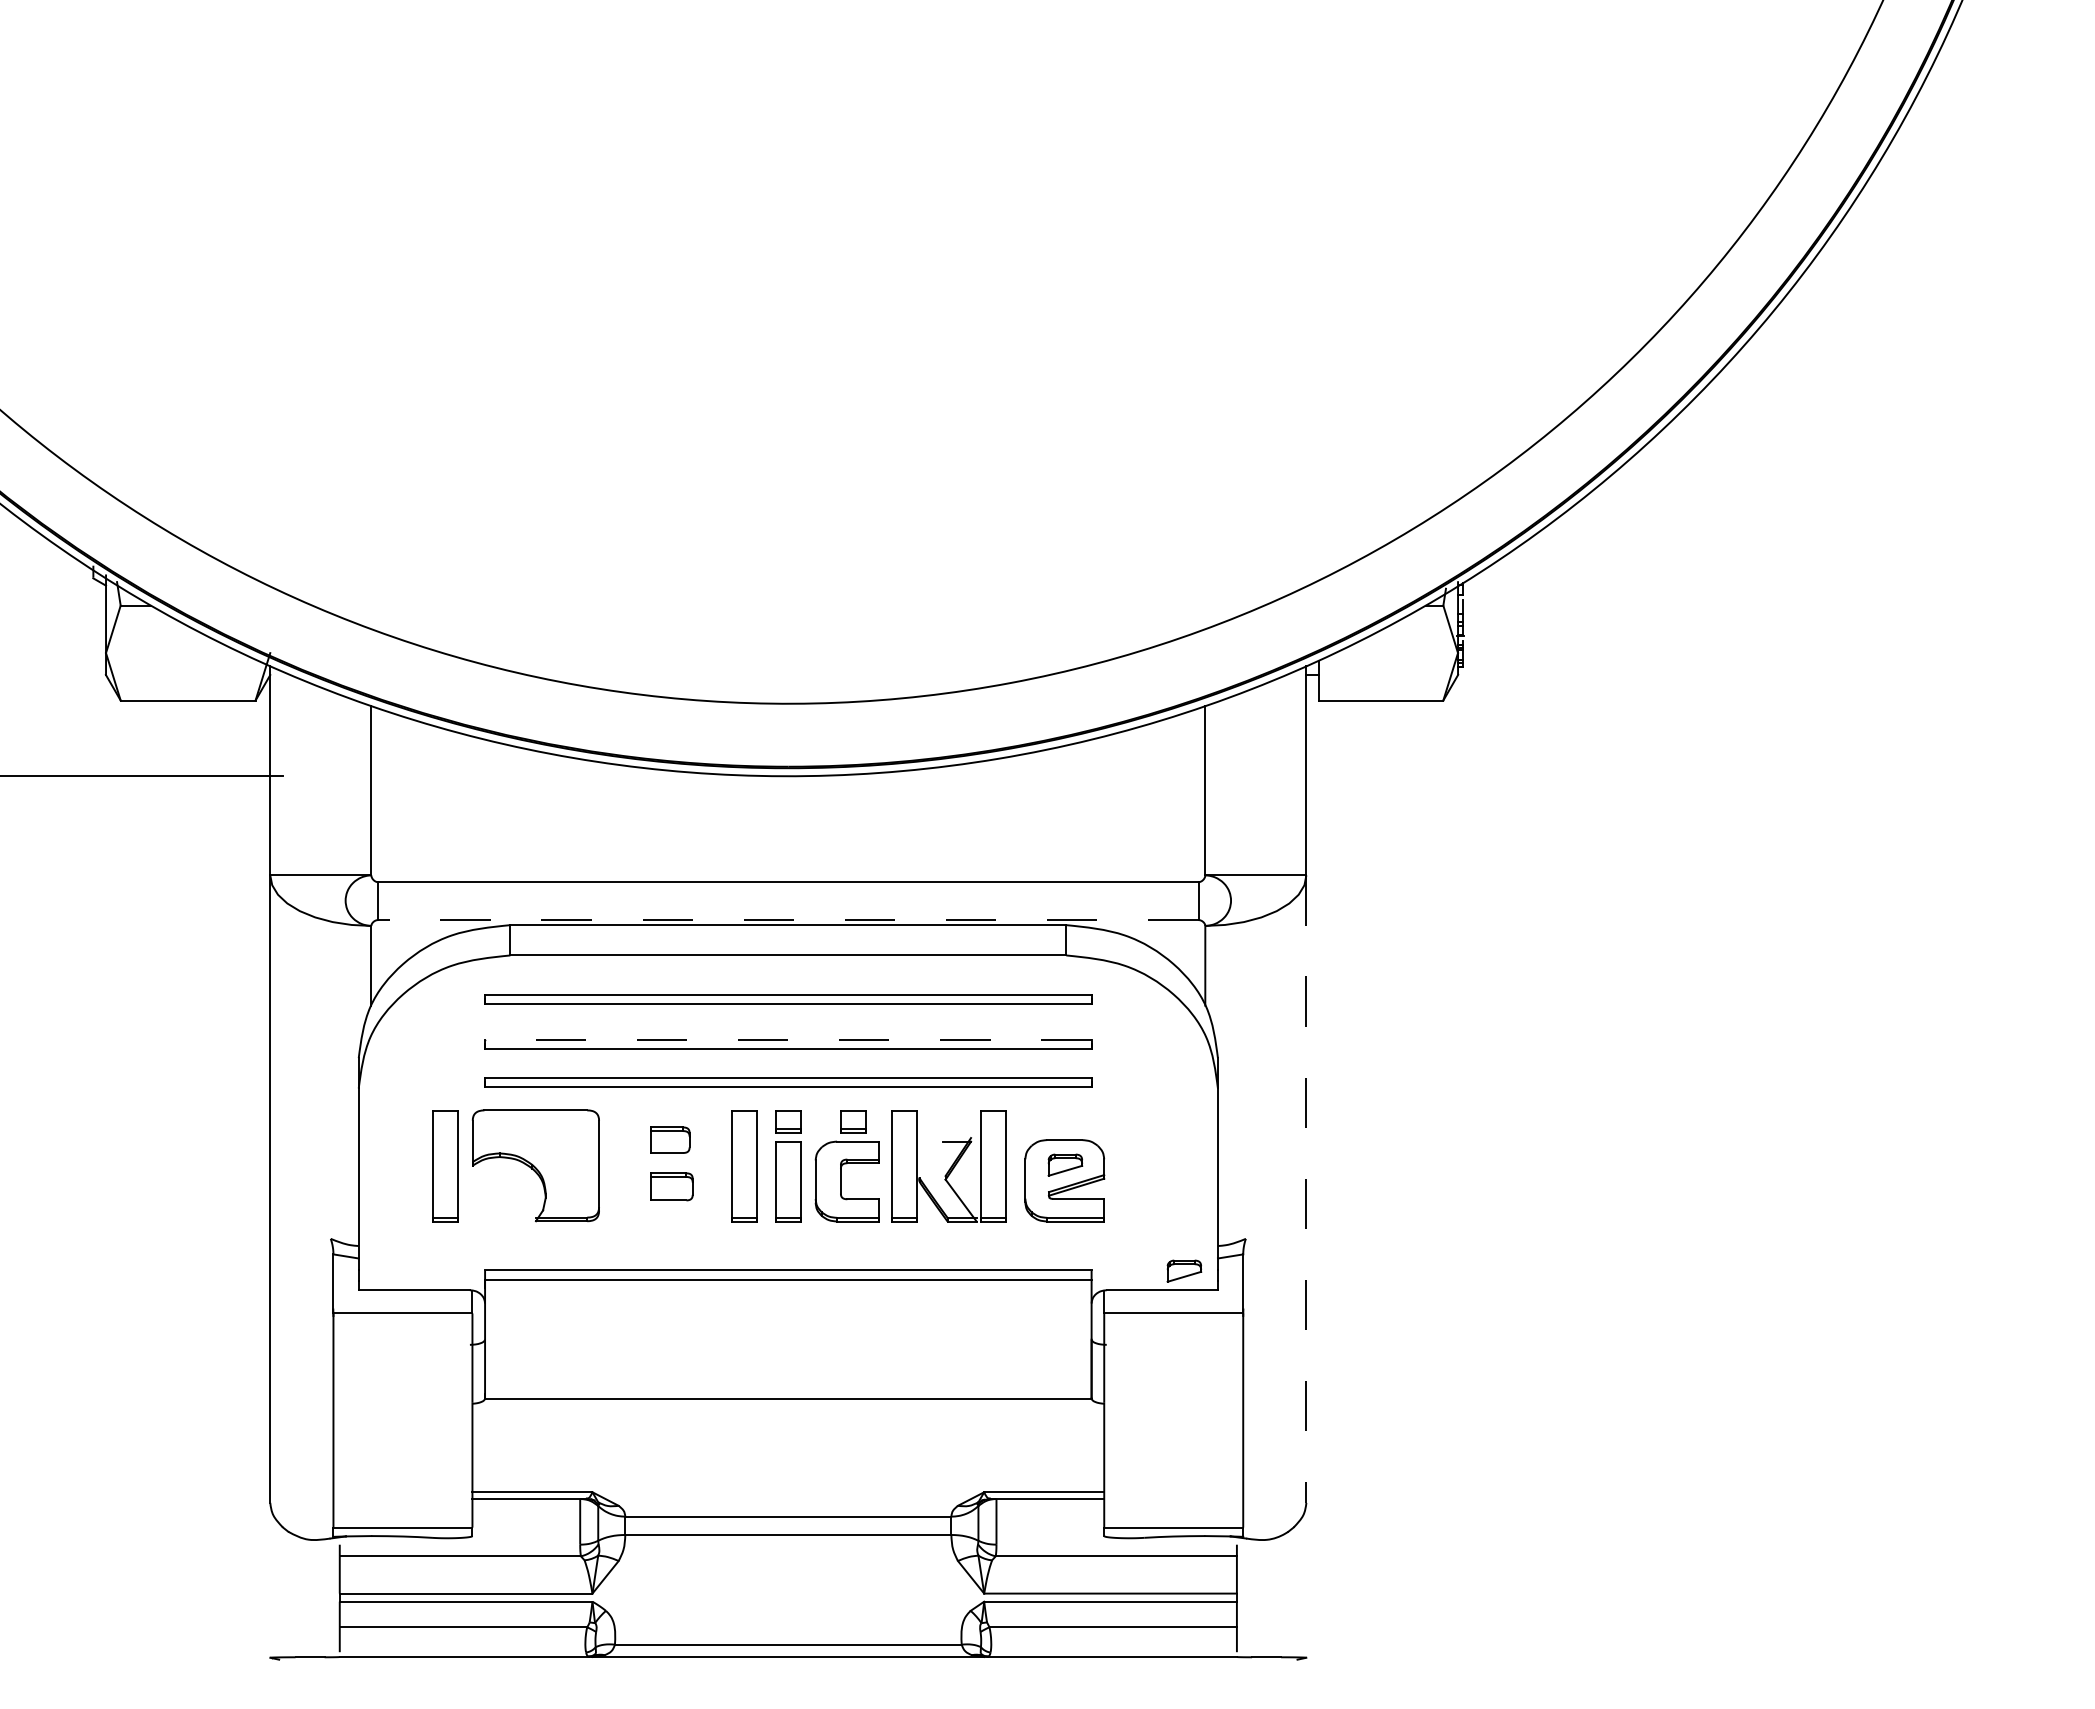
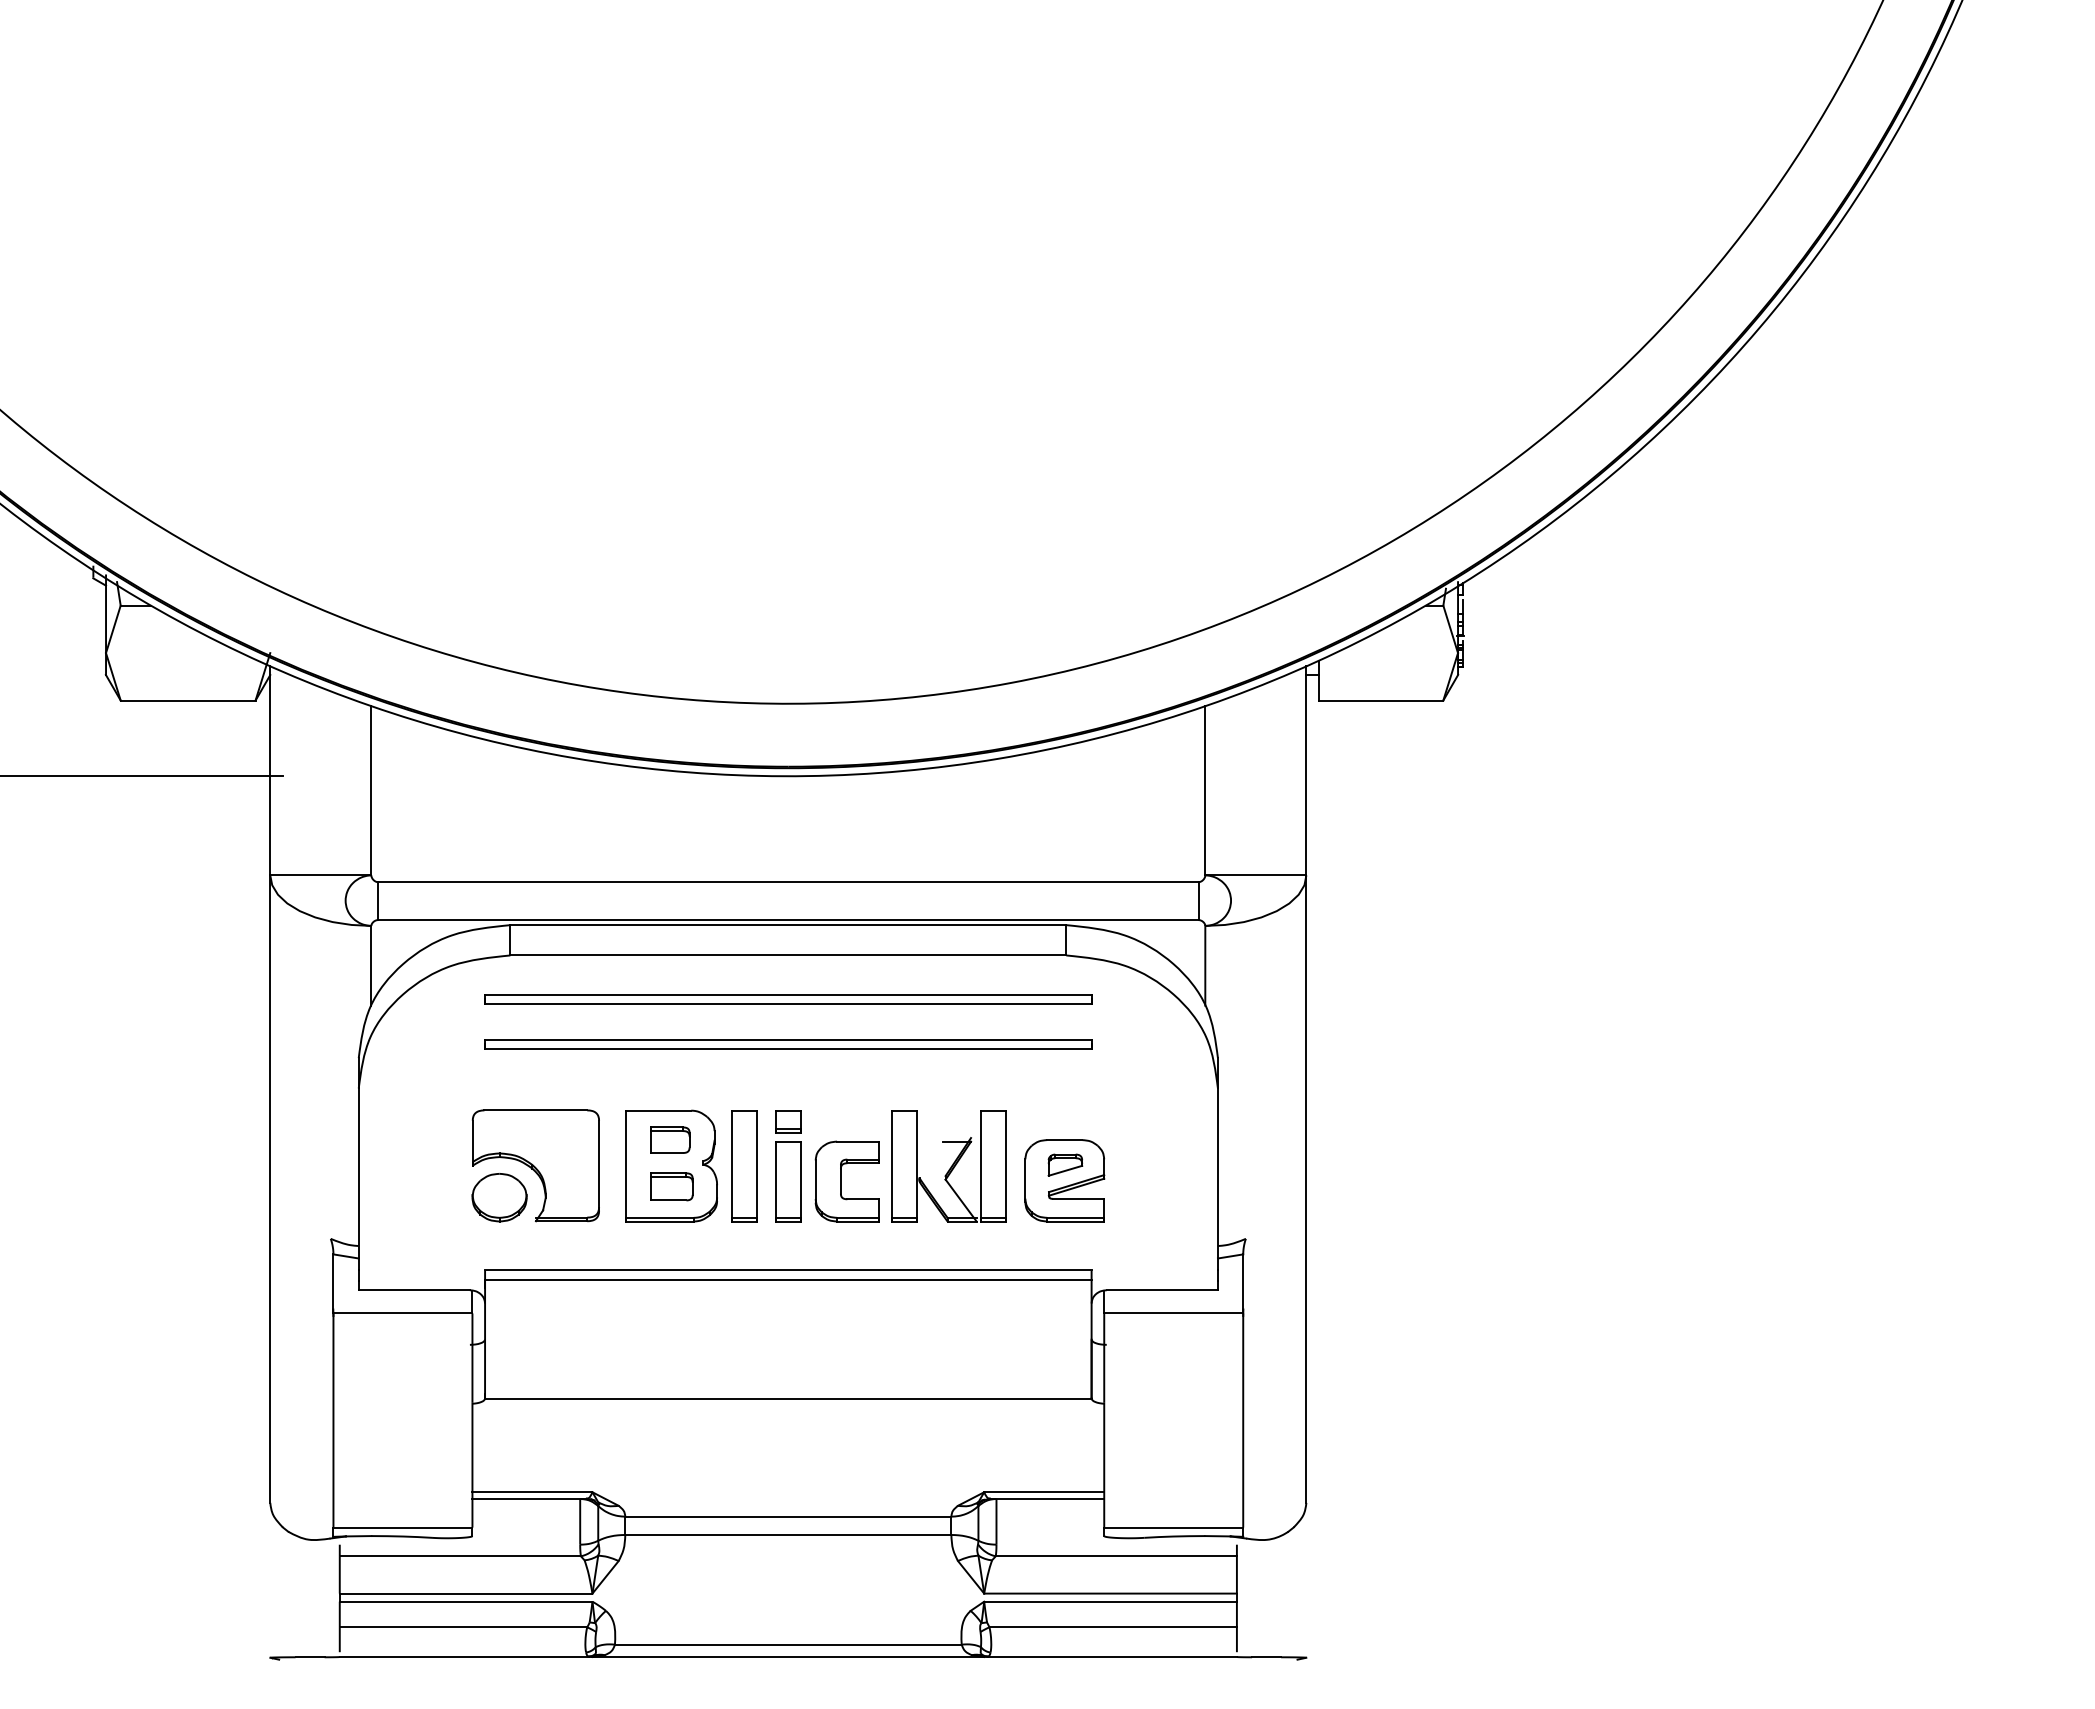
line at (787, 920): dashed -> solid
line at (787, 1039): dashed -> solid
part at (788, 1082): present -> none
part at (853, 1121): present -> none
part at (671, 1165): none -> present
part at (445, 1166): present -> none
line at (1306, 1189): dashed -> solid
part at (499, 1197): none -> present
part at (1184, 1270): present -> none
